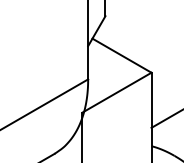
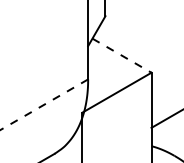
line at (122, 55): solid -> dashed
line at (44, 104): solid -> dashed
